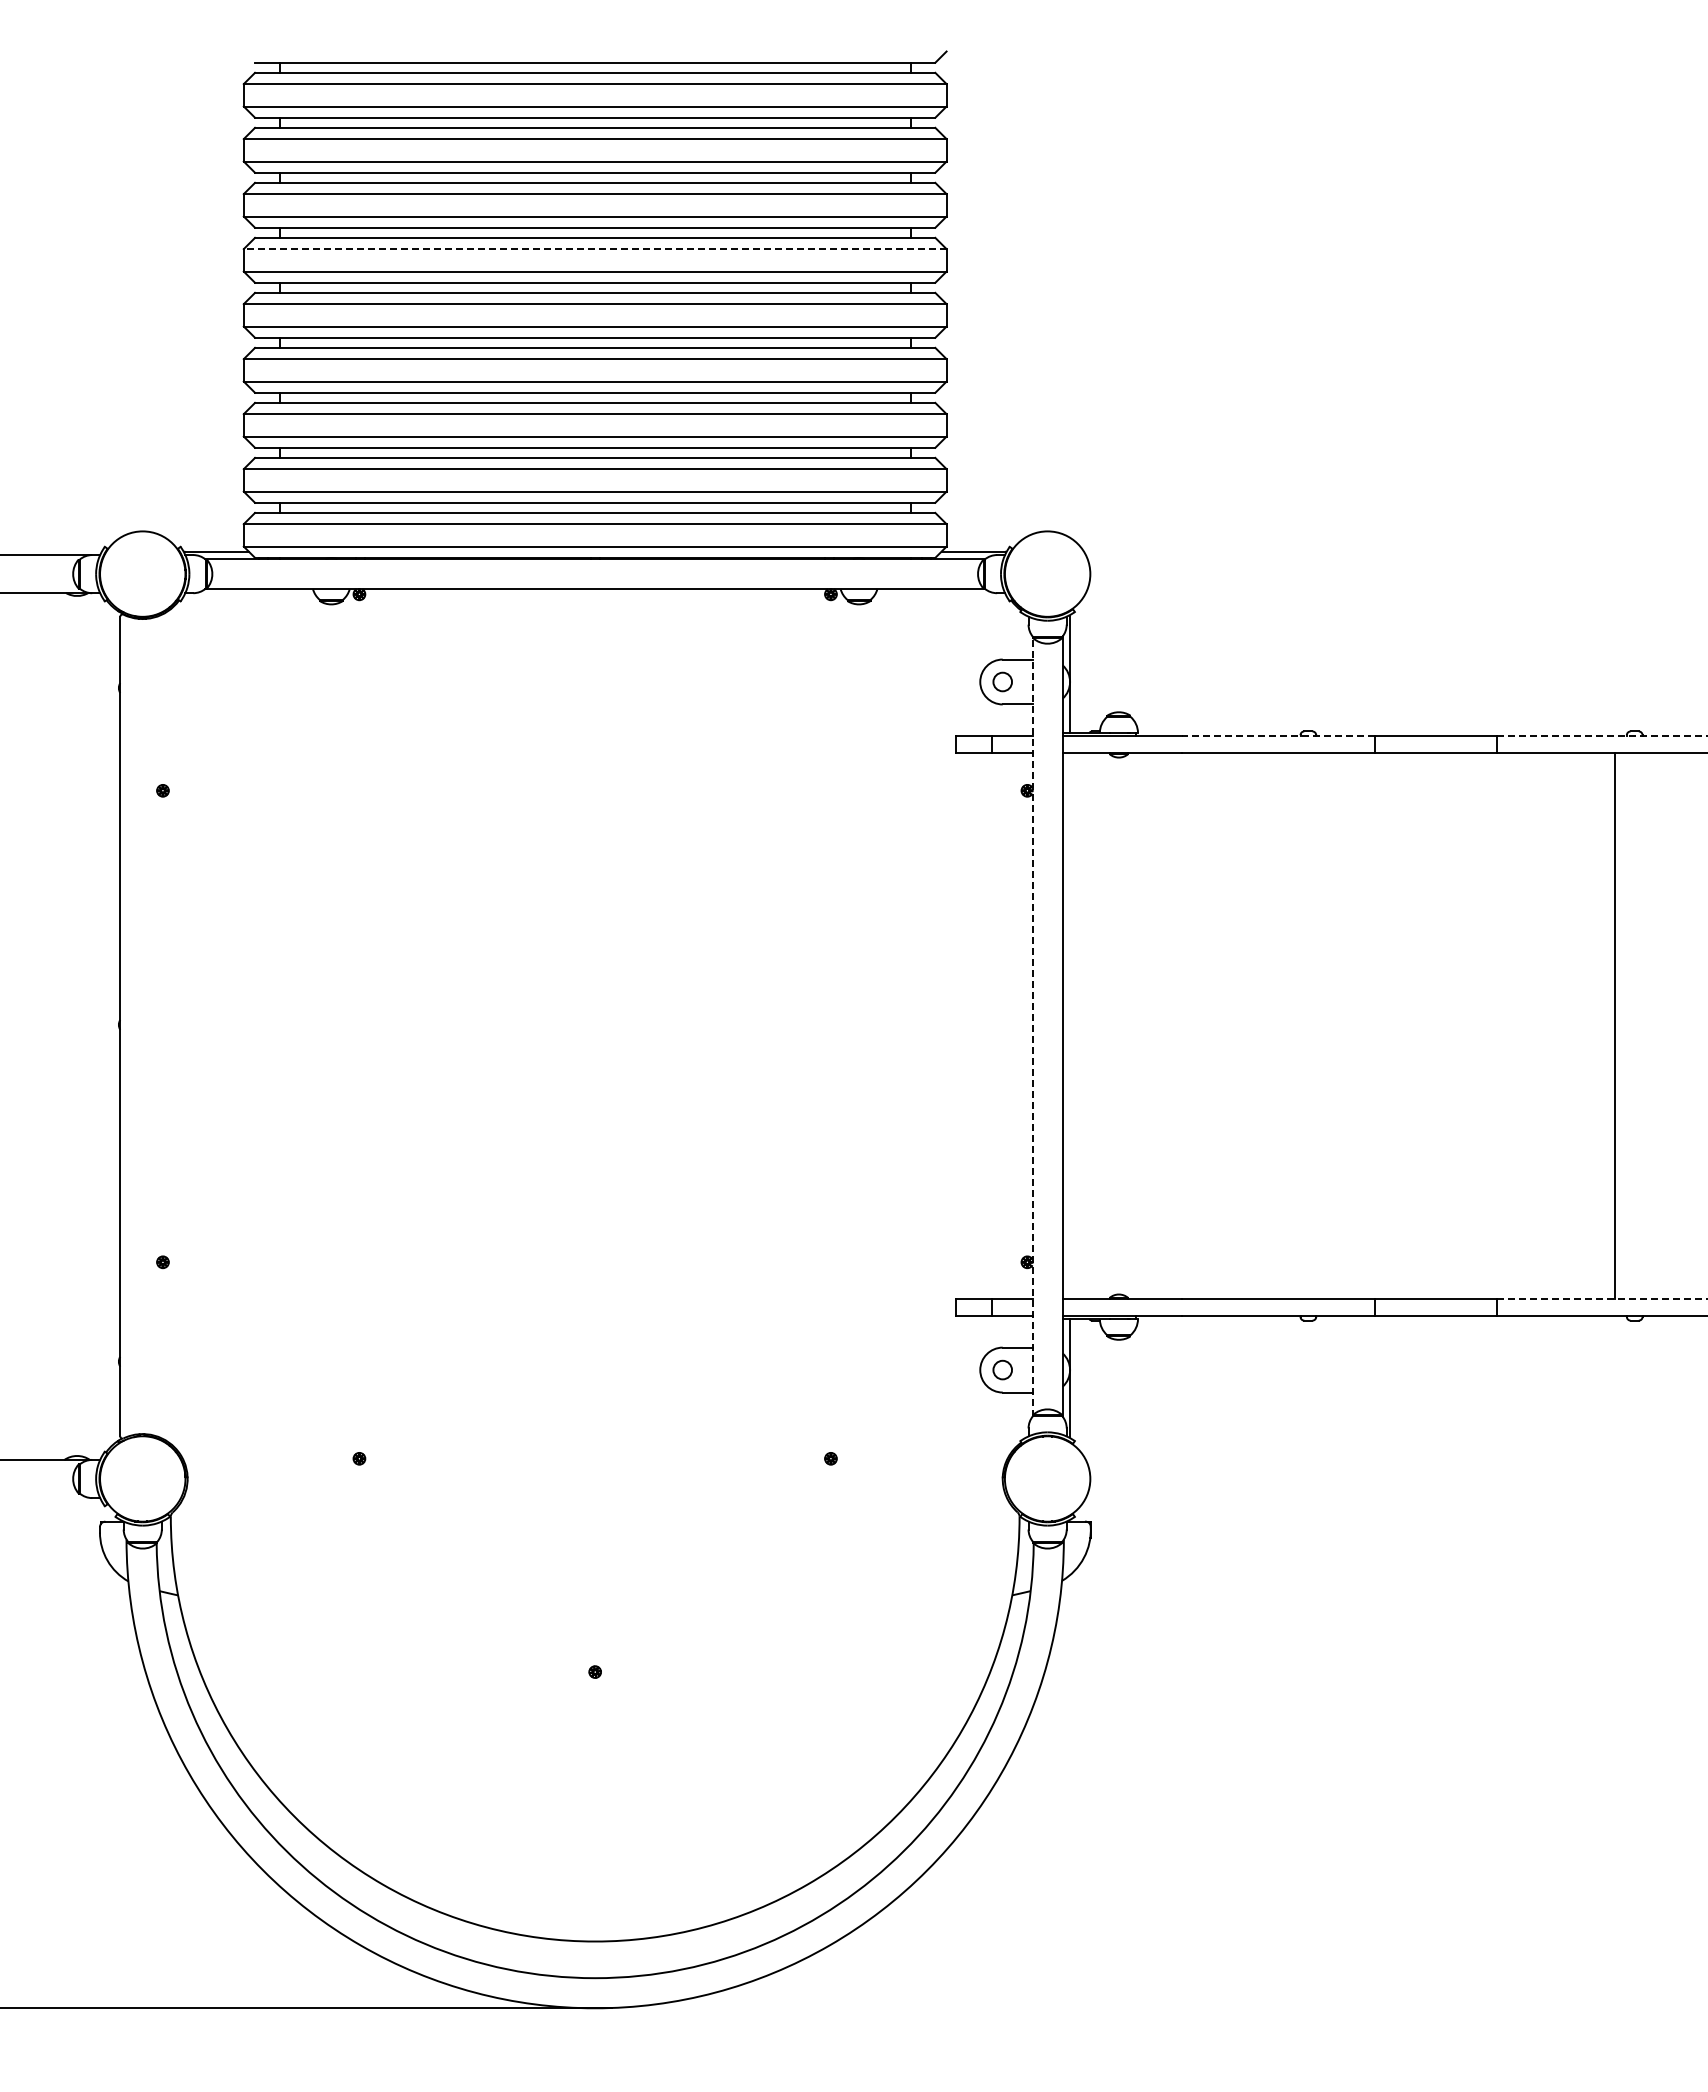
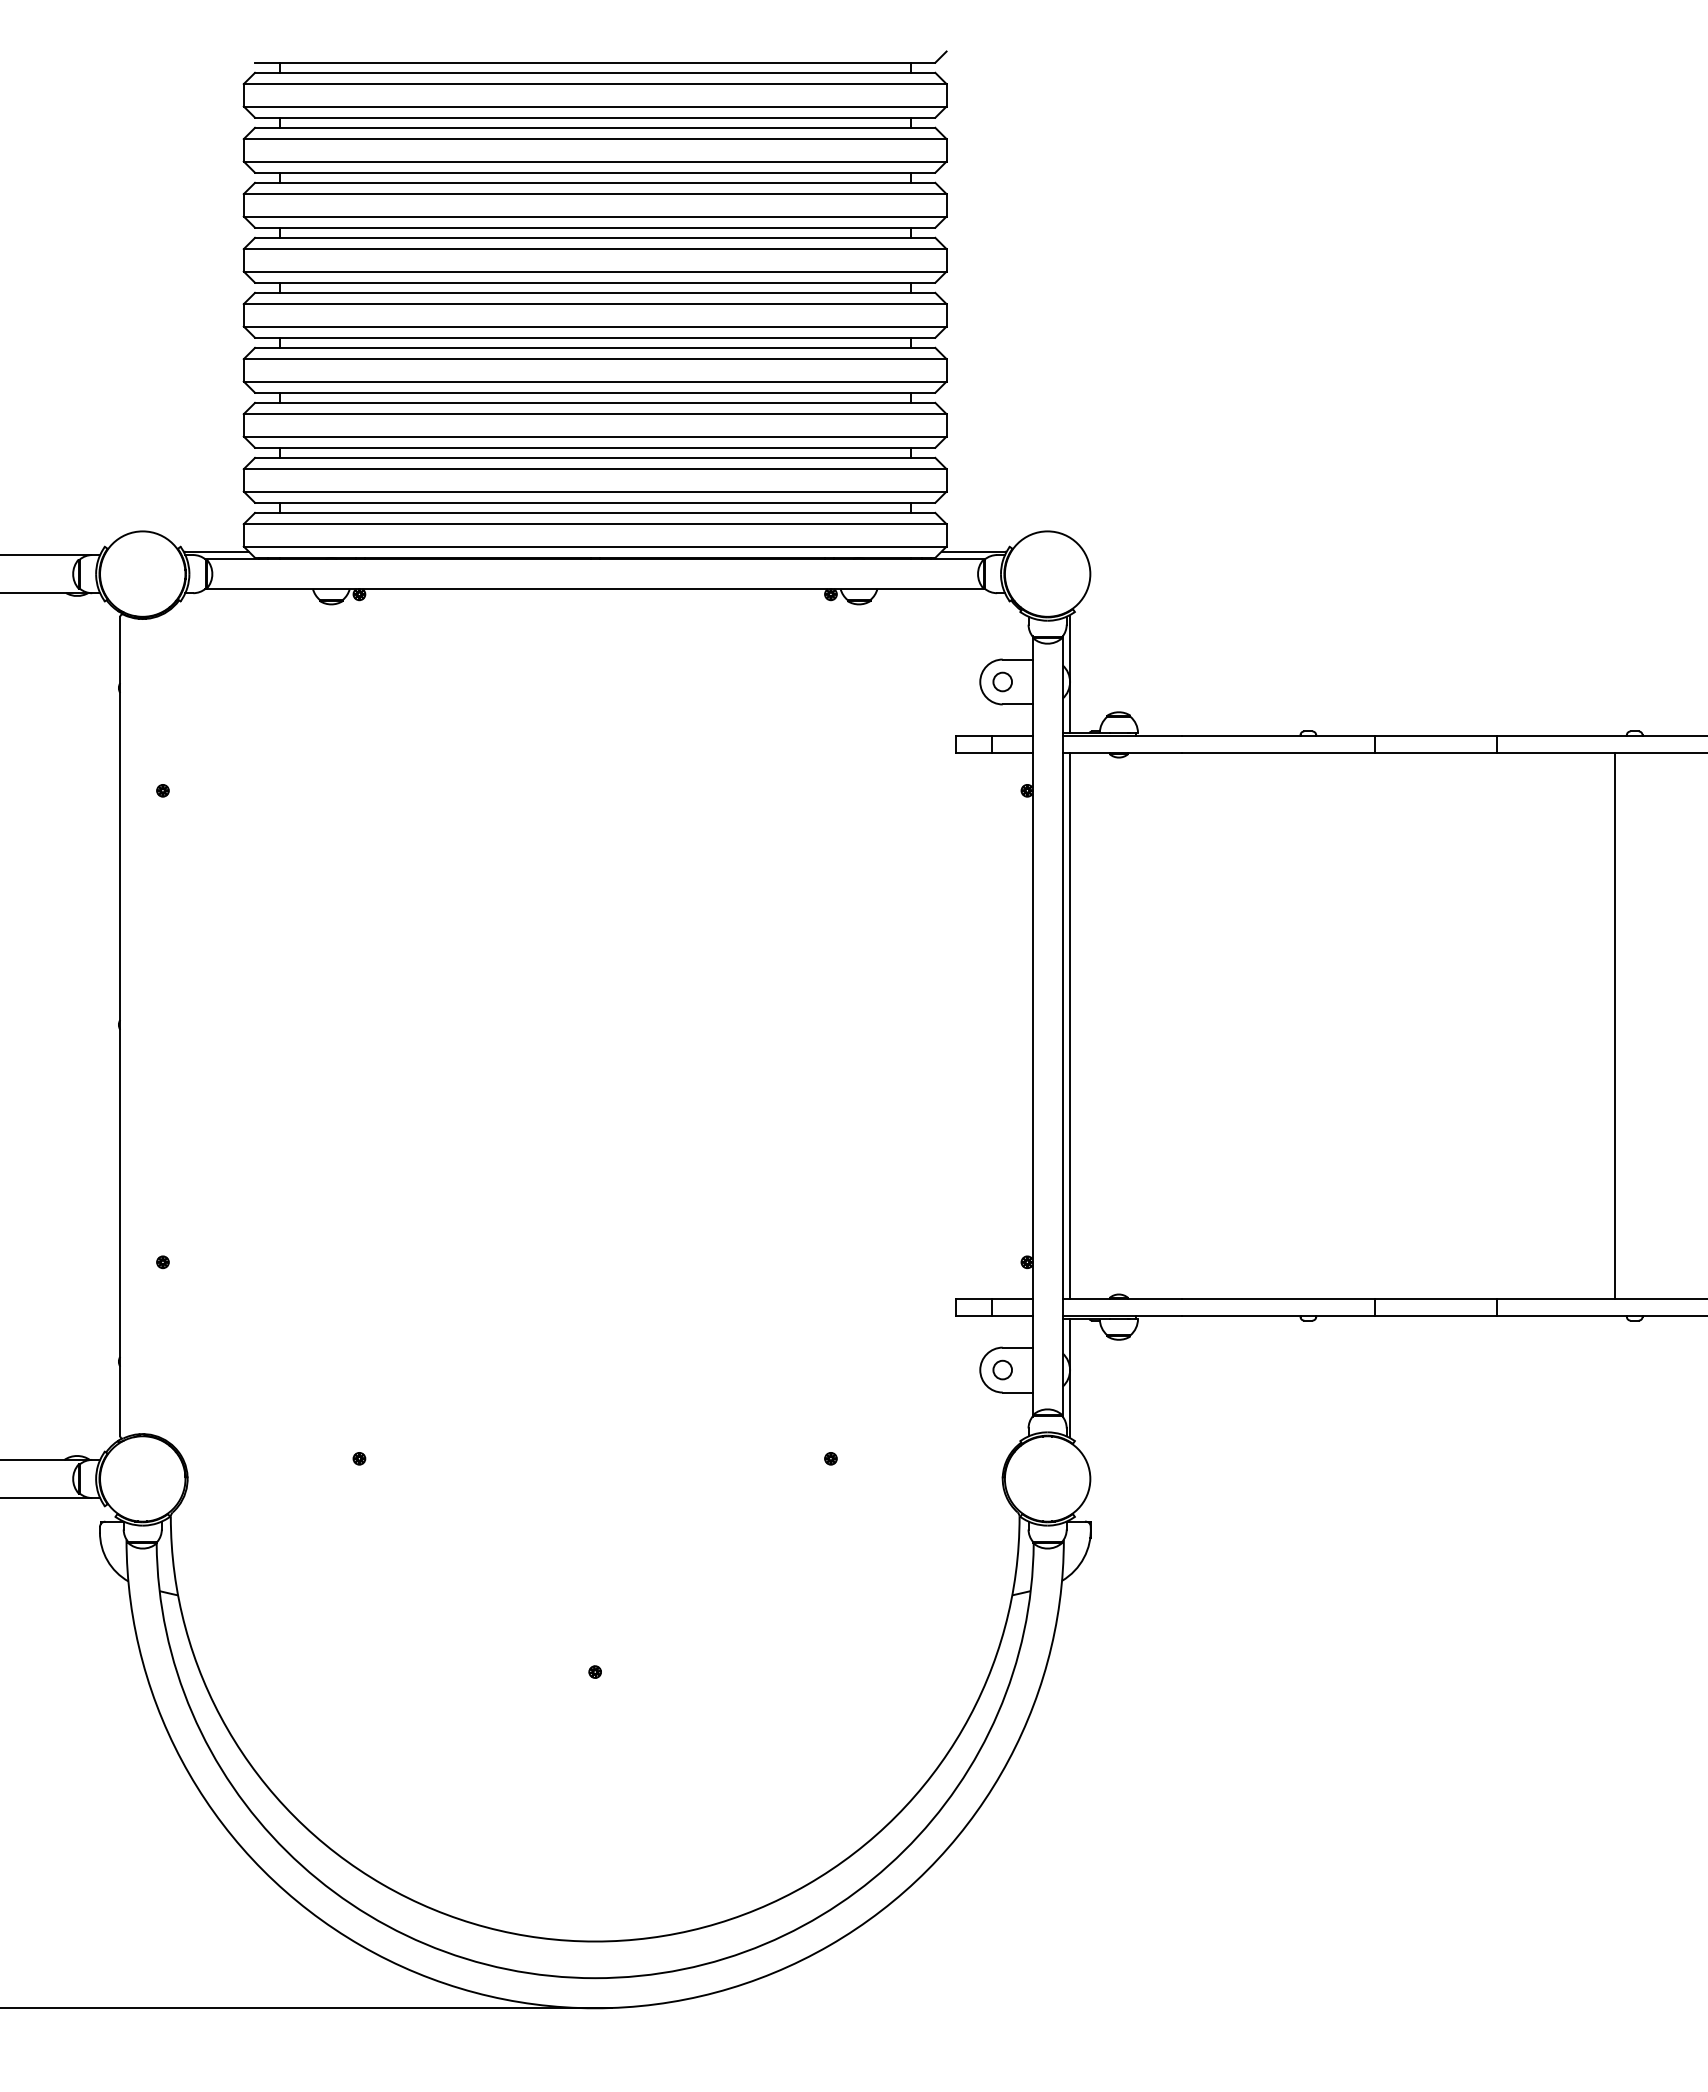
line at (594, 249): dashed -> solid
line at (1277, 736): dashed -> solid
line at (1602, 736): dashed -> solid
line at (1070, 1025): none -> present
line at (1032, 1026): dashed -> solid
line at (1602, 1298): dashed -> solid
line at (45, 1497): none -> present
